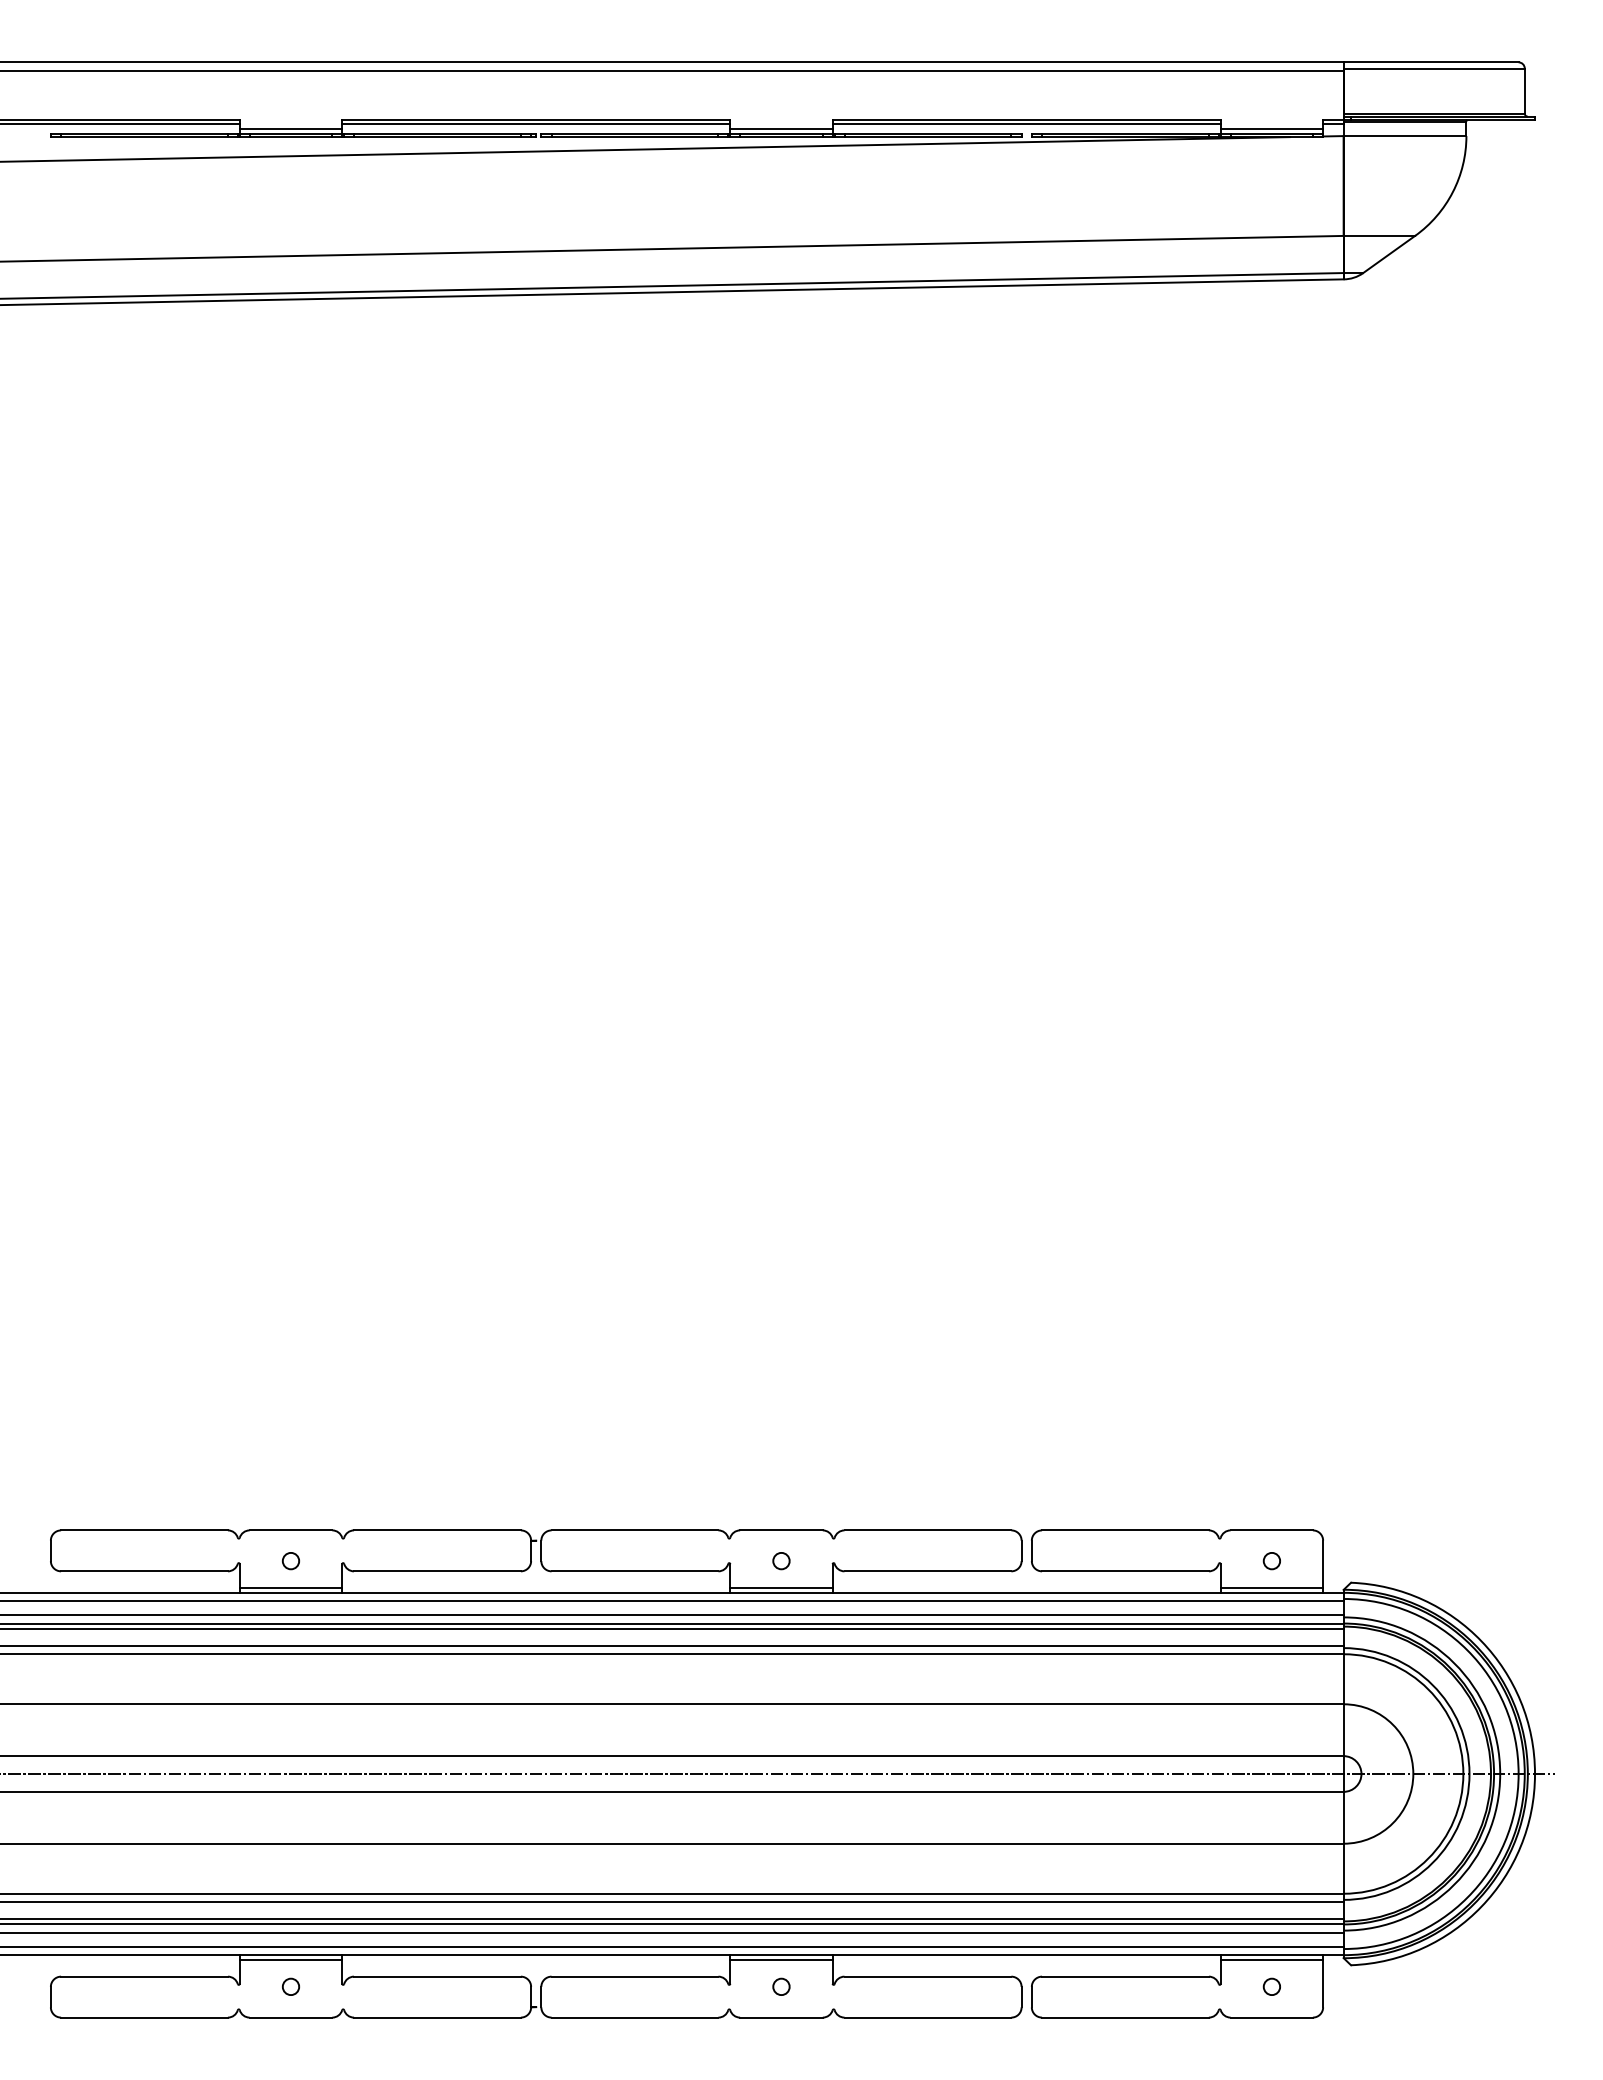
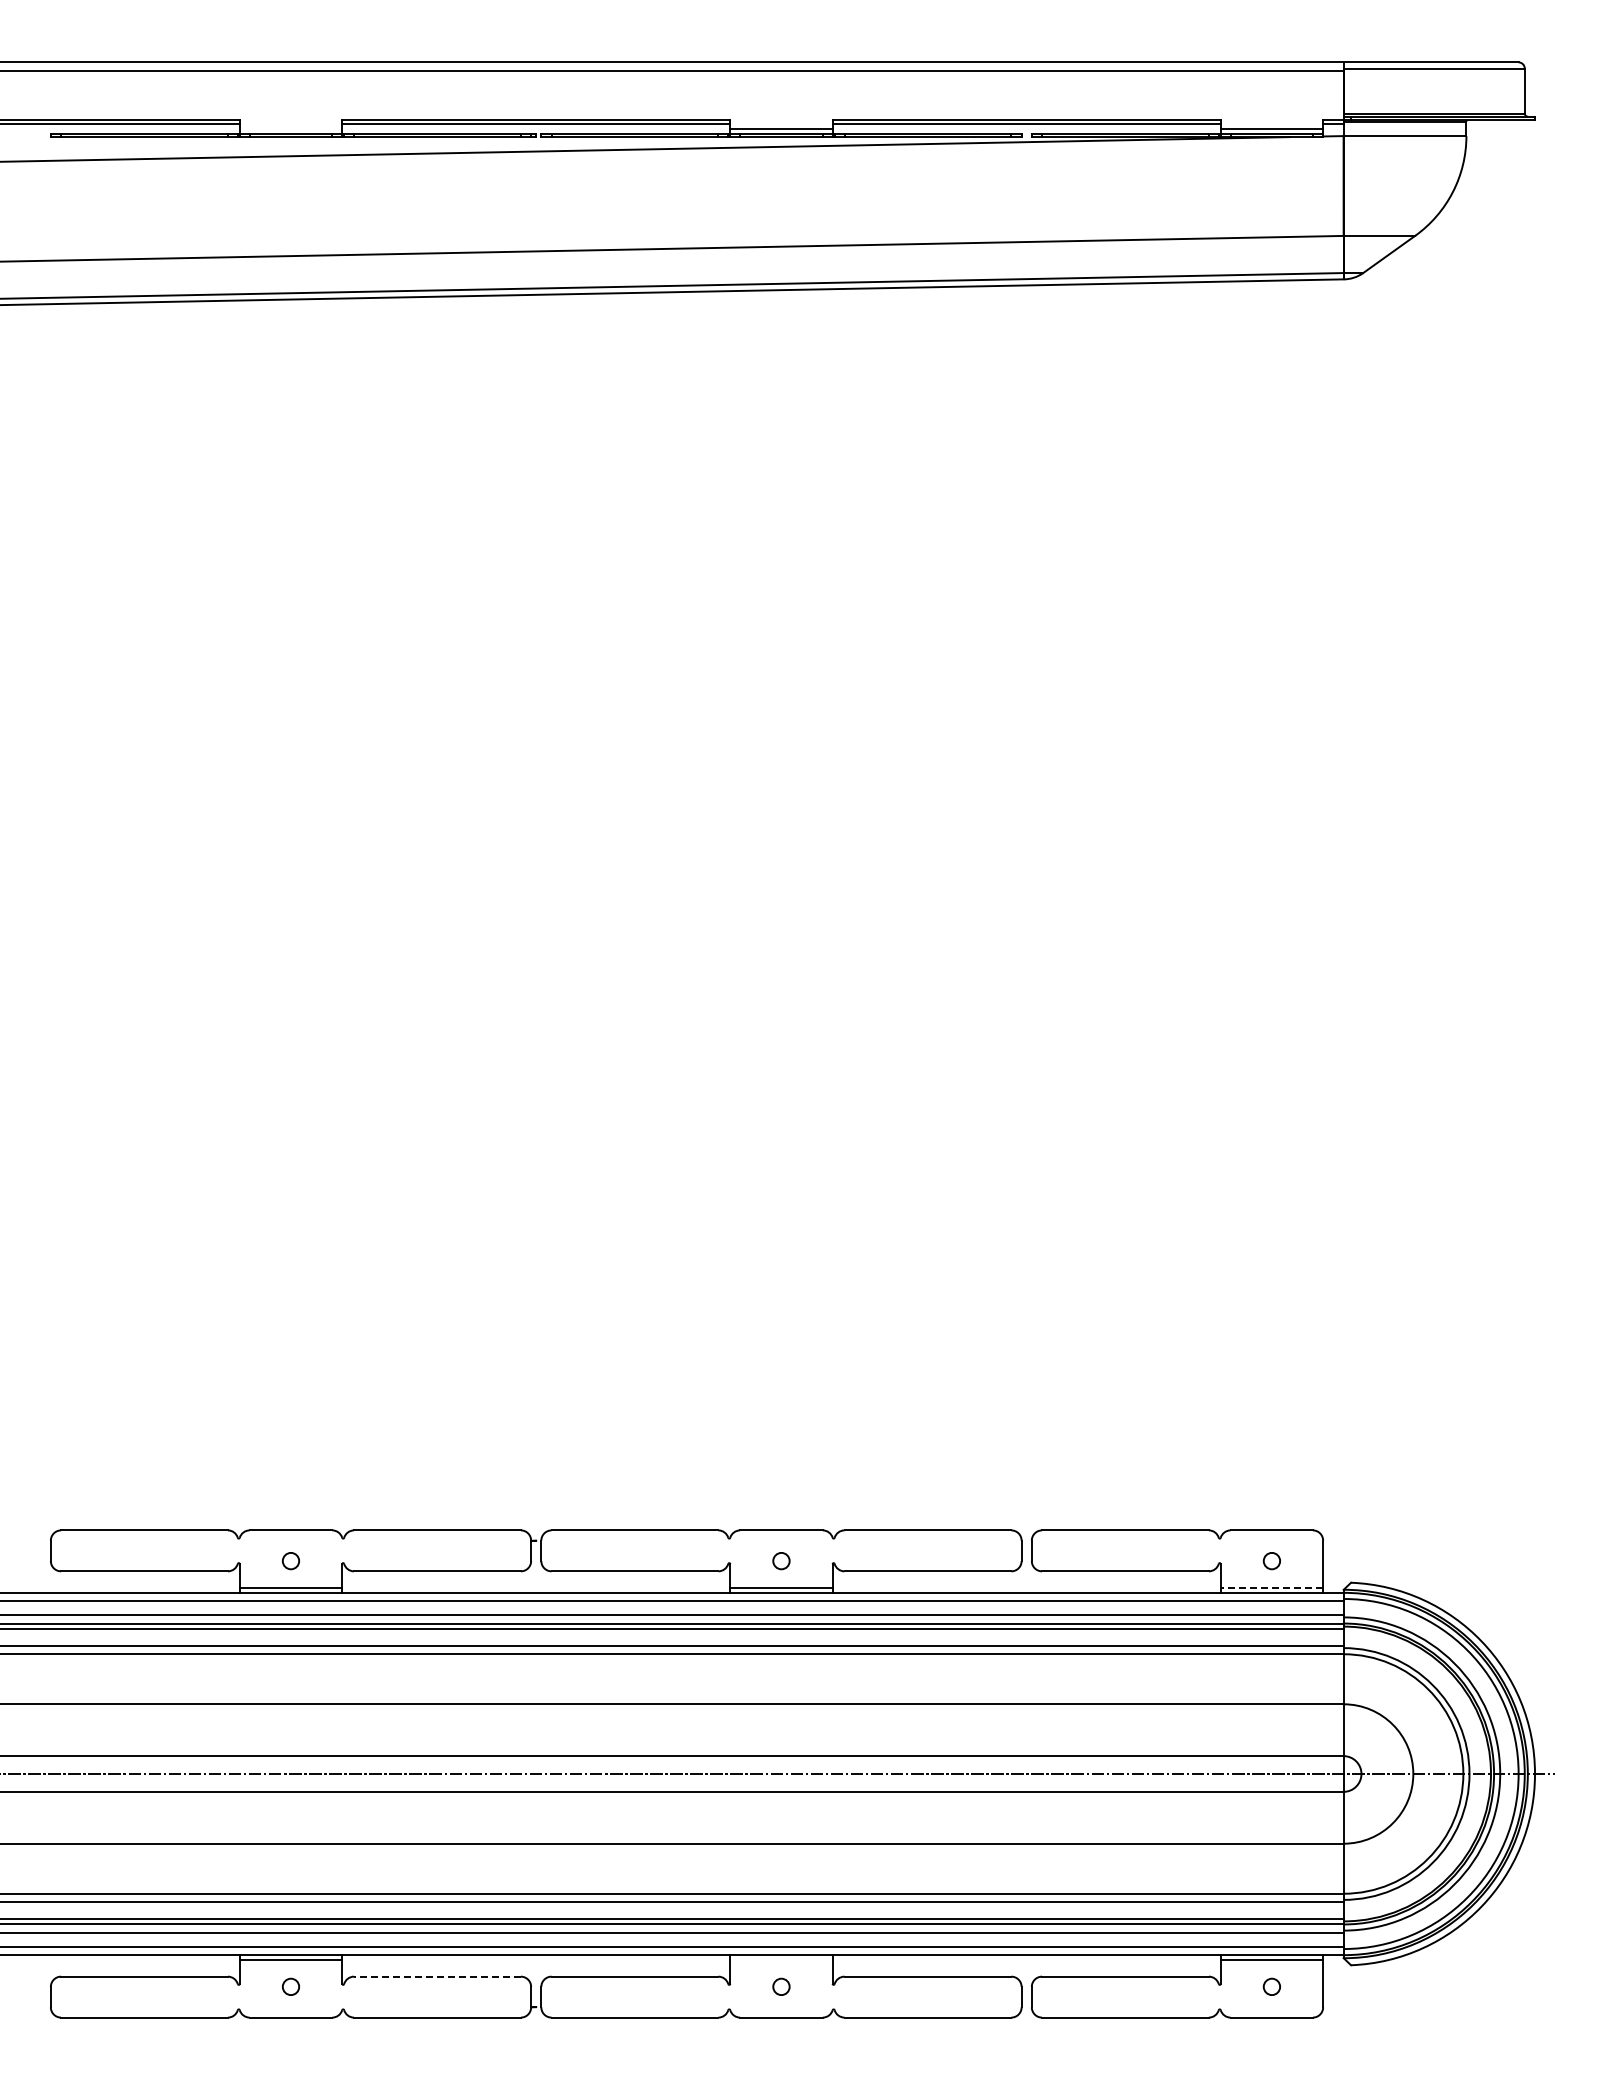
line at (290, 128): present -> none
line at (1271, 1587): solid -> dashed
line at (781, 1960): present -> none
line at (436, 1976): solid -> dashed
